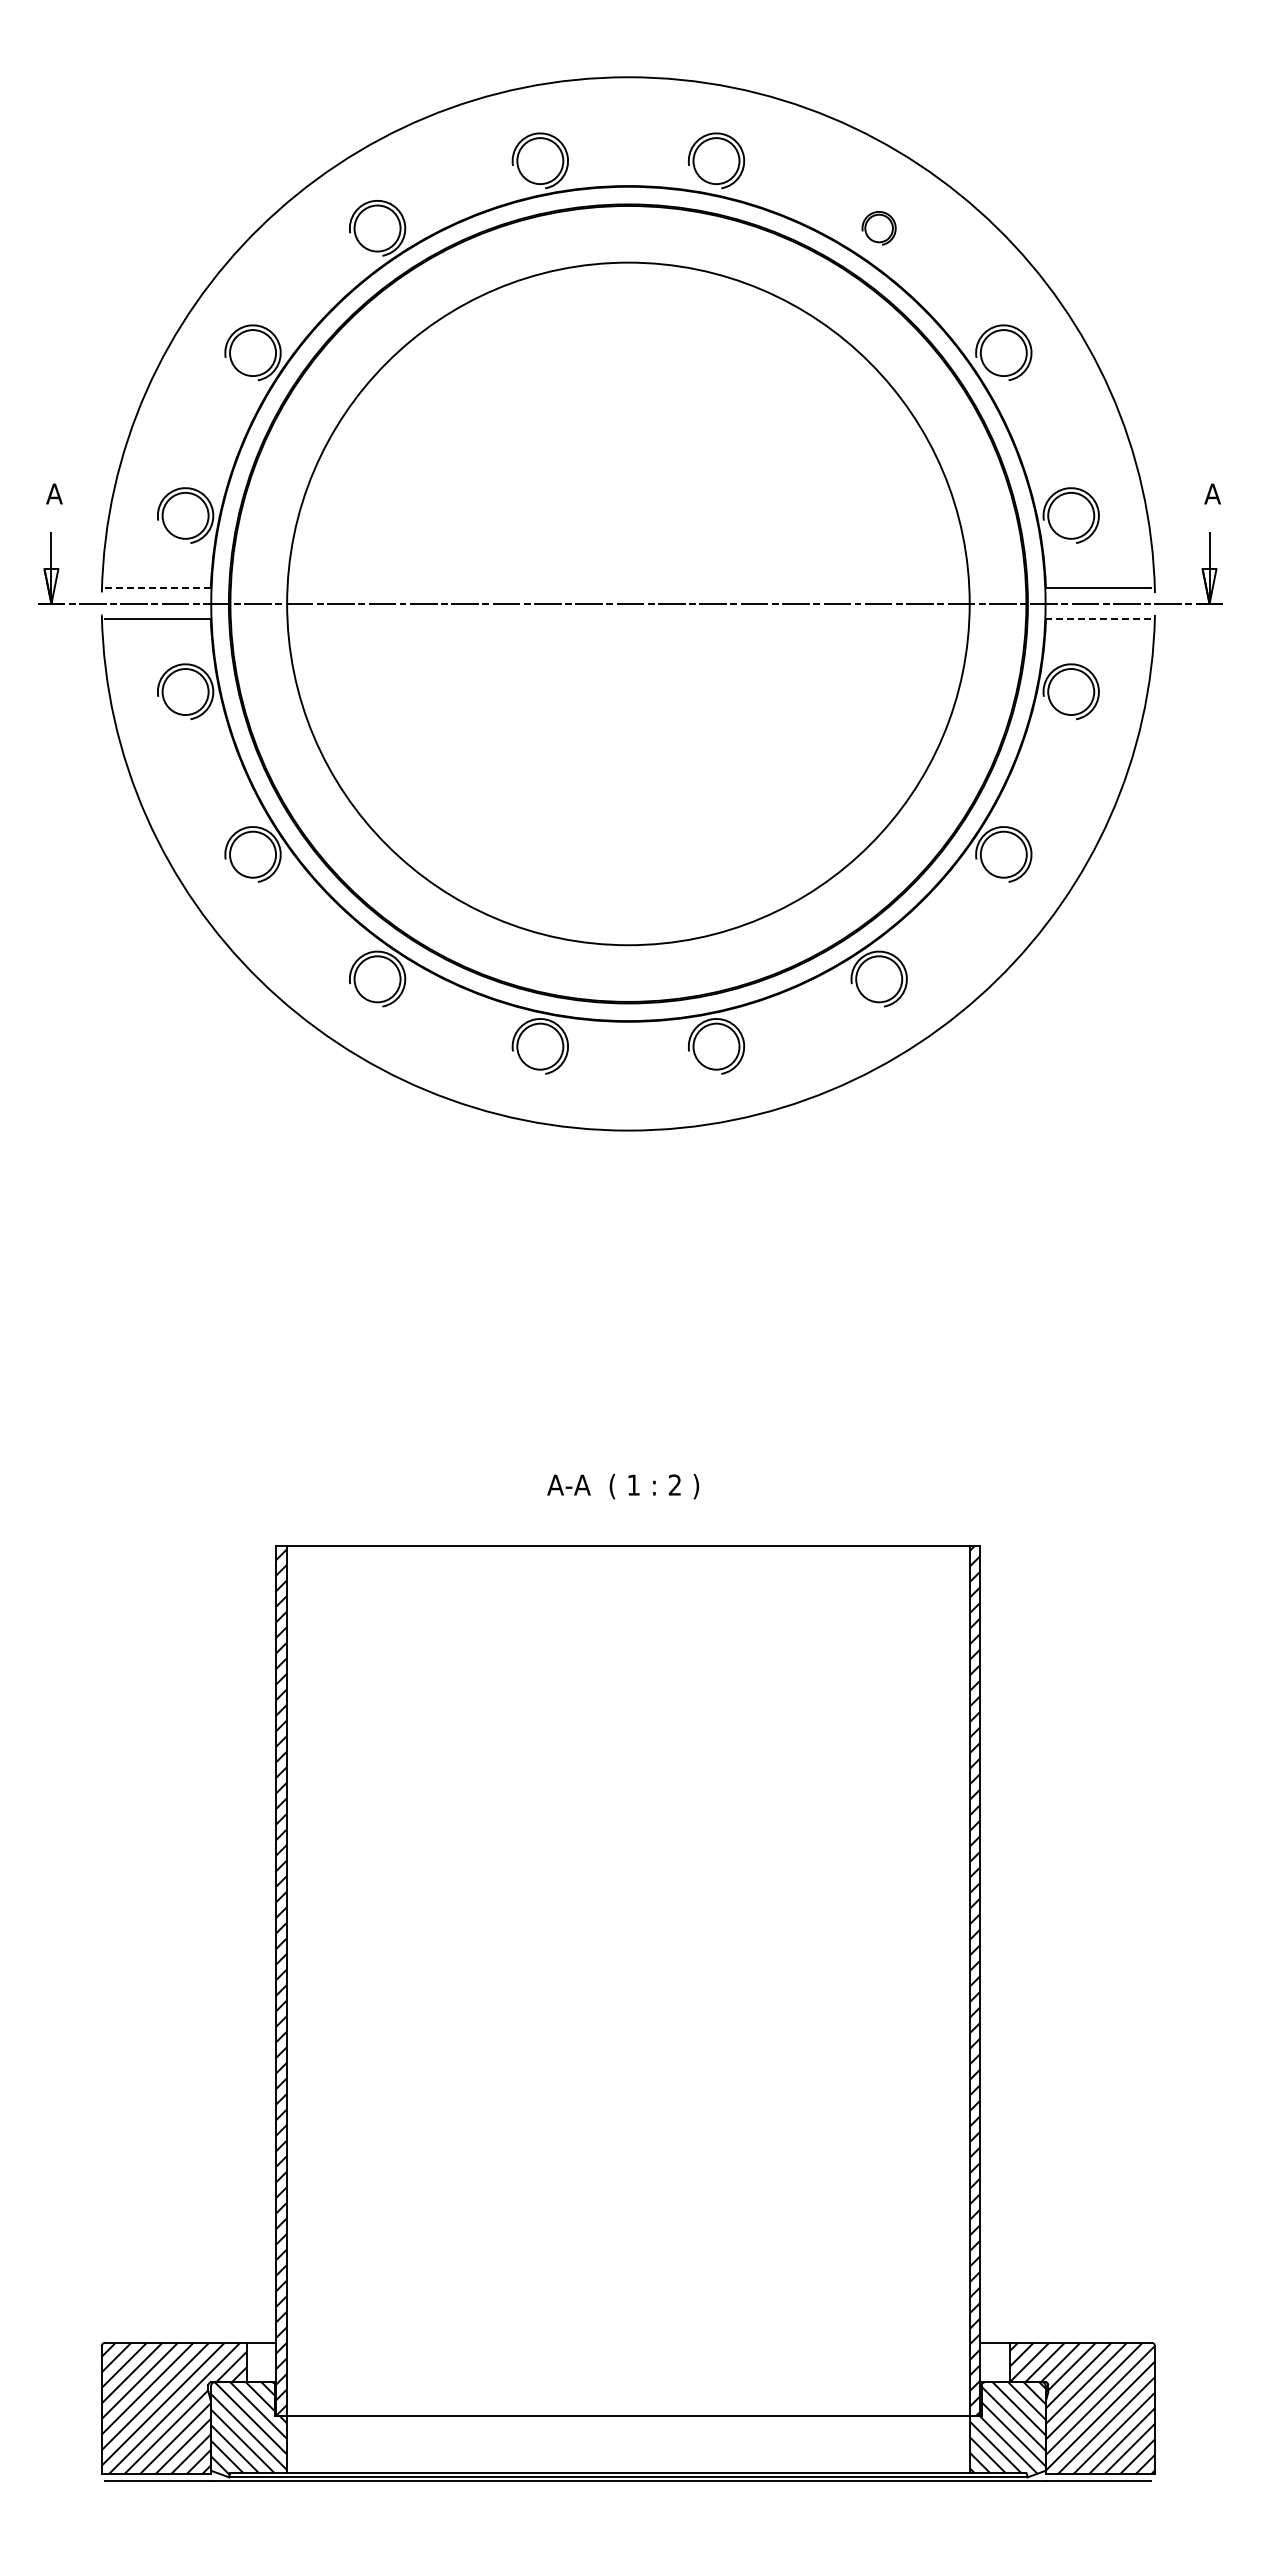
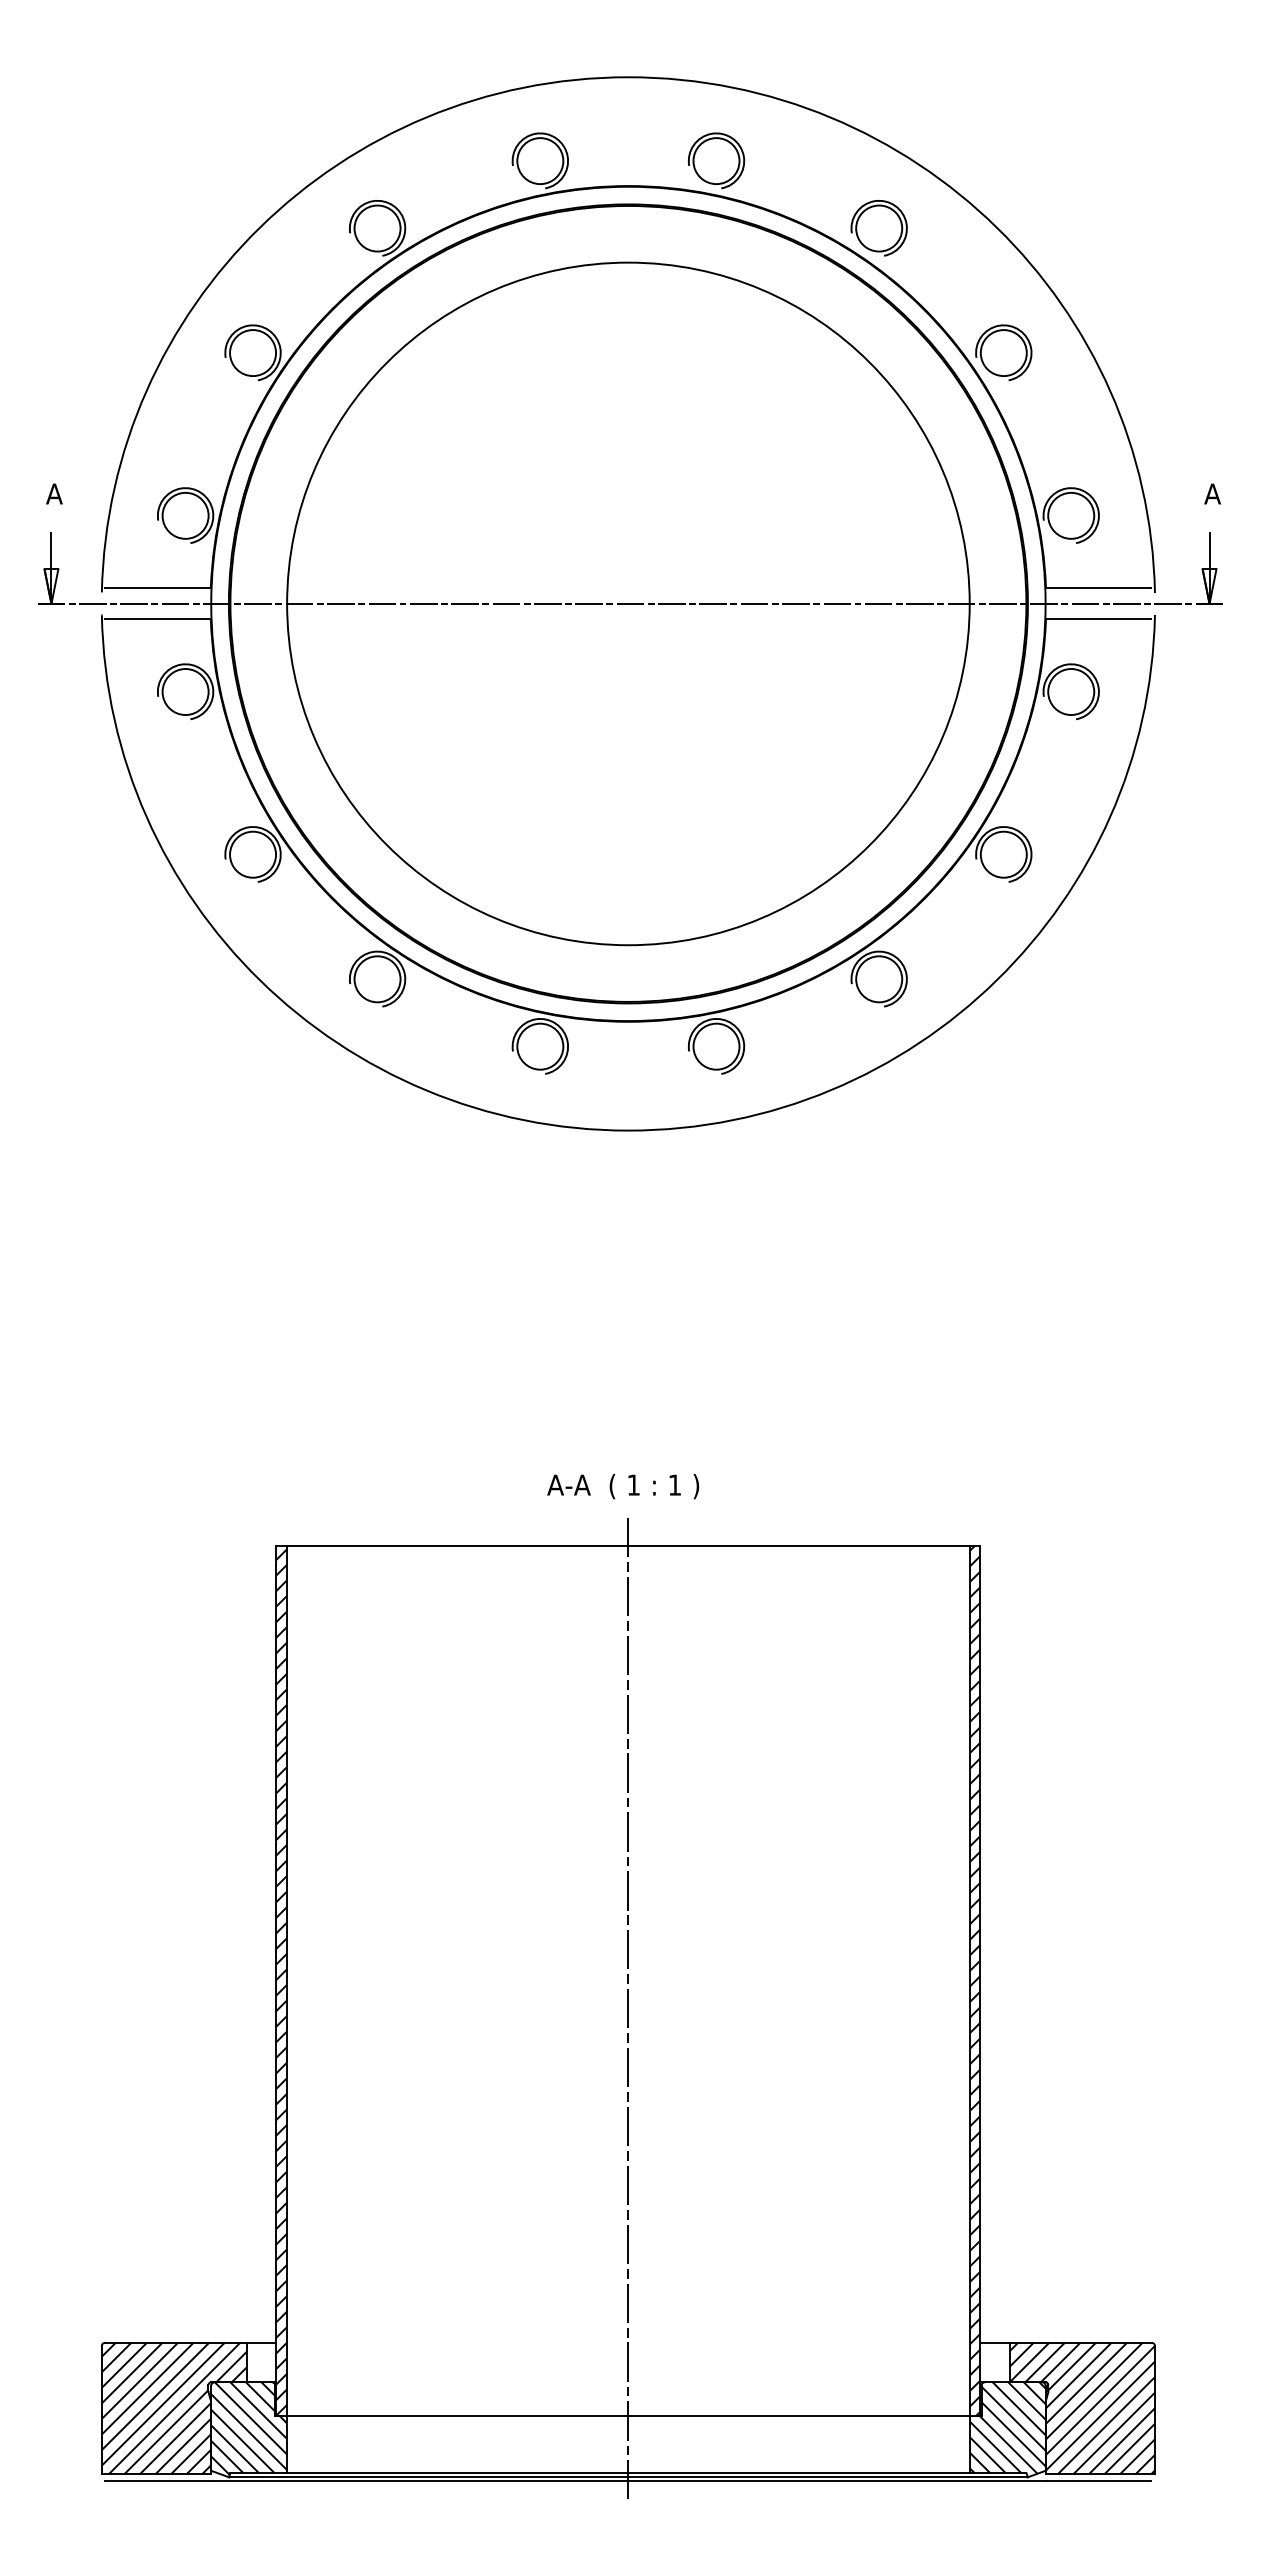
part at (878, 228) size: 36x35 px -> 58x57 px
line at (158, 588): dashed -> solid
line at (1098, 619): dashed -> solid
text at (674, 1484): 2 -> 1
line at (628, 2007): none -> present
